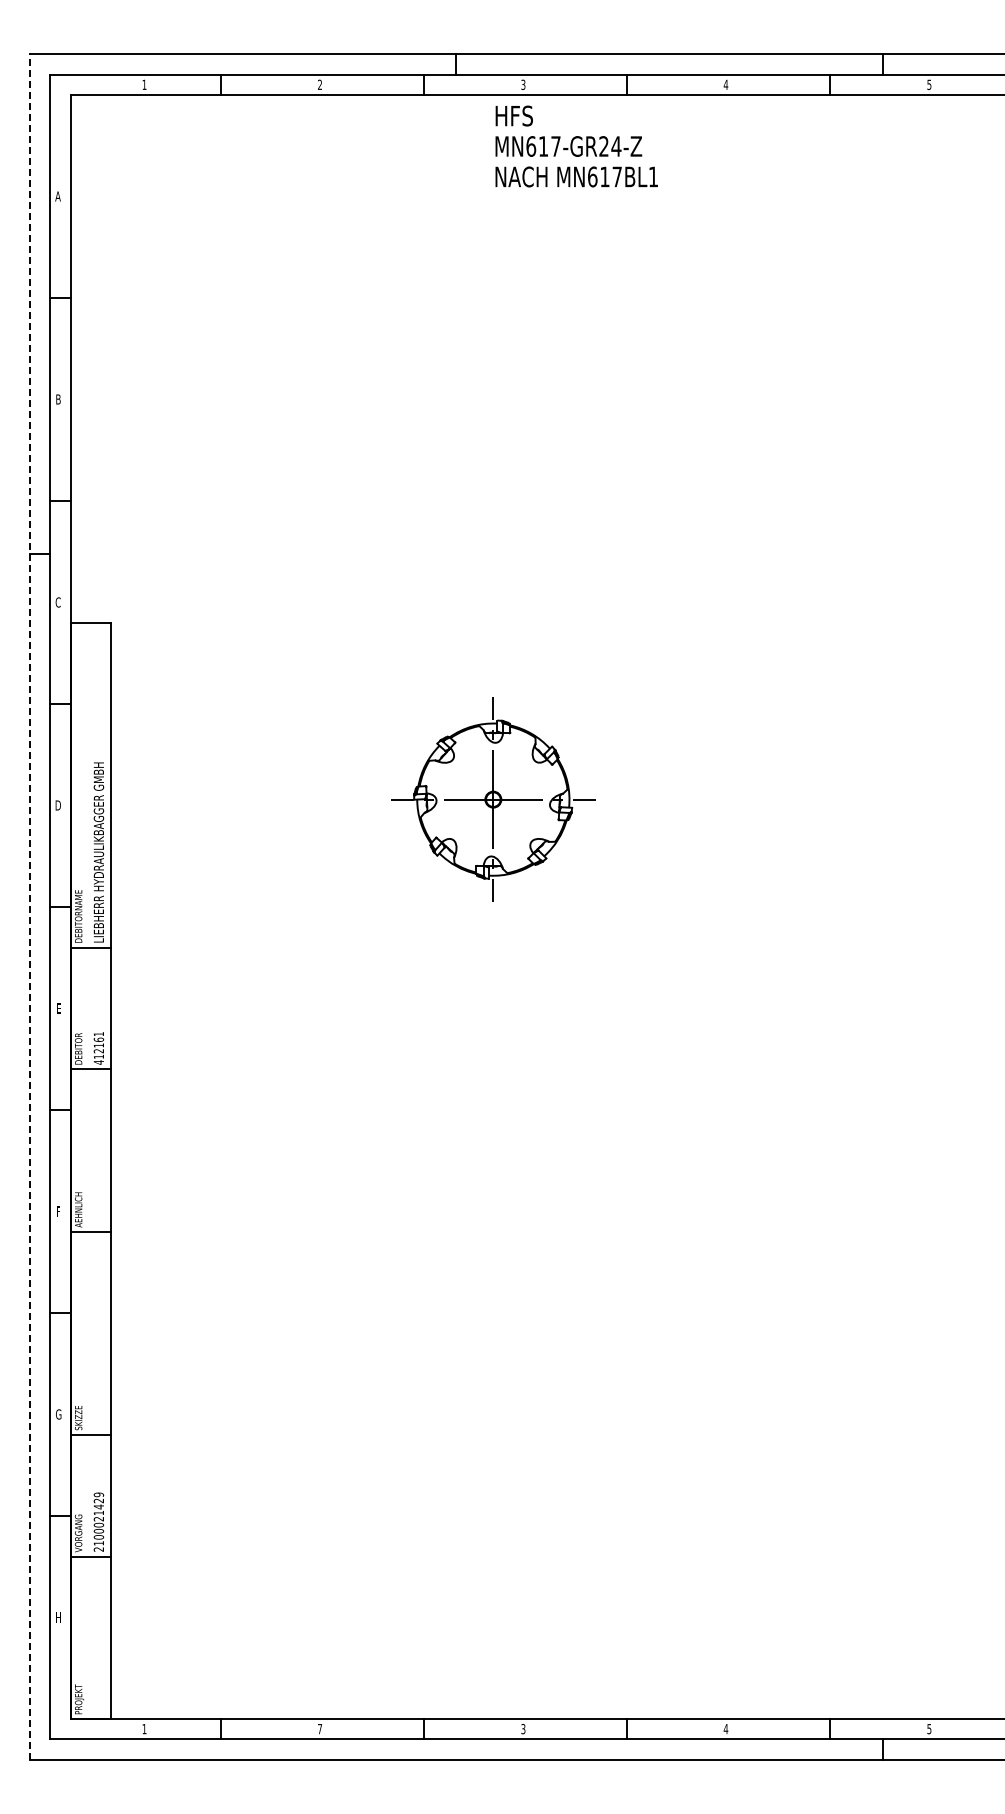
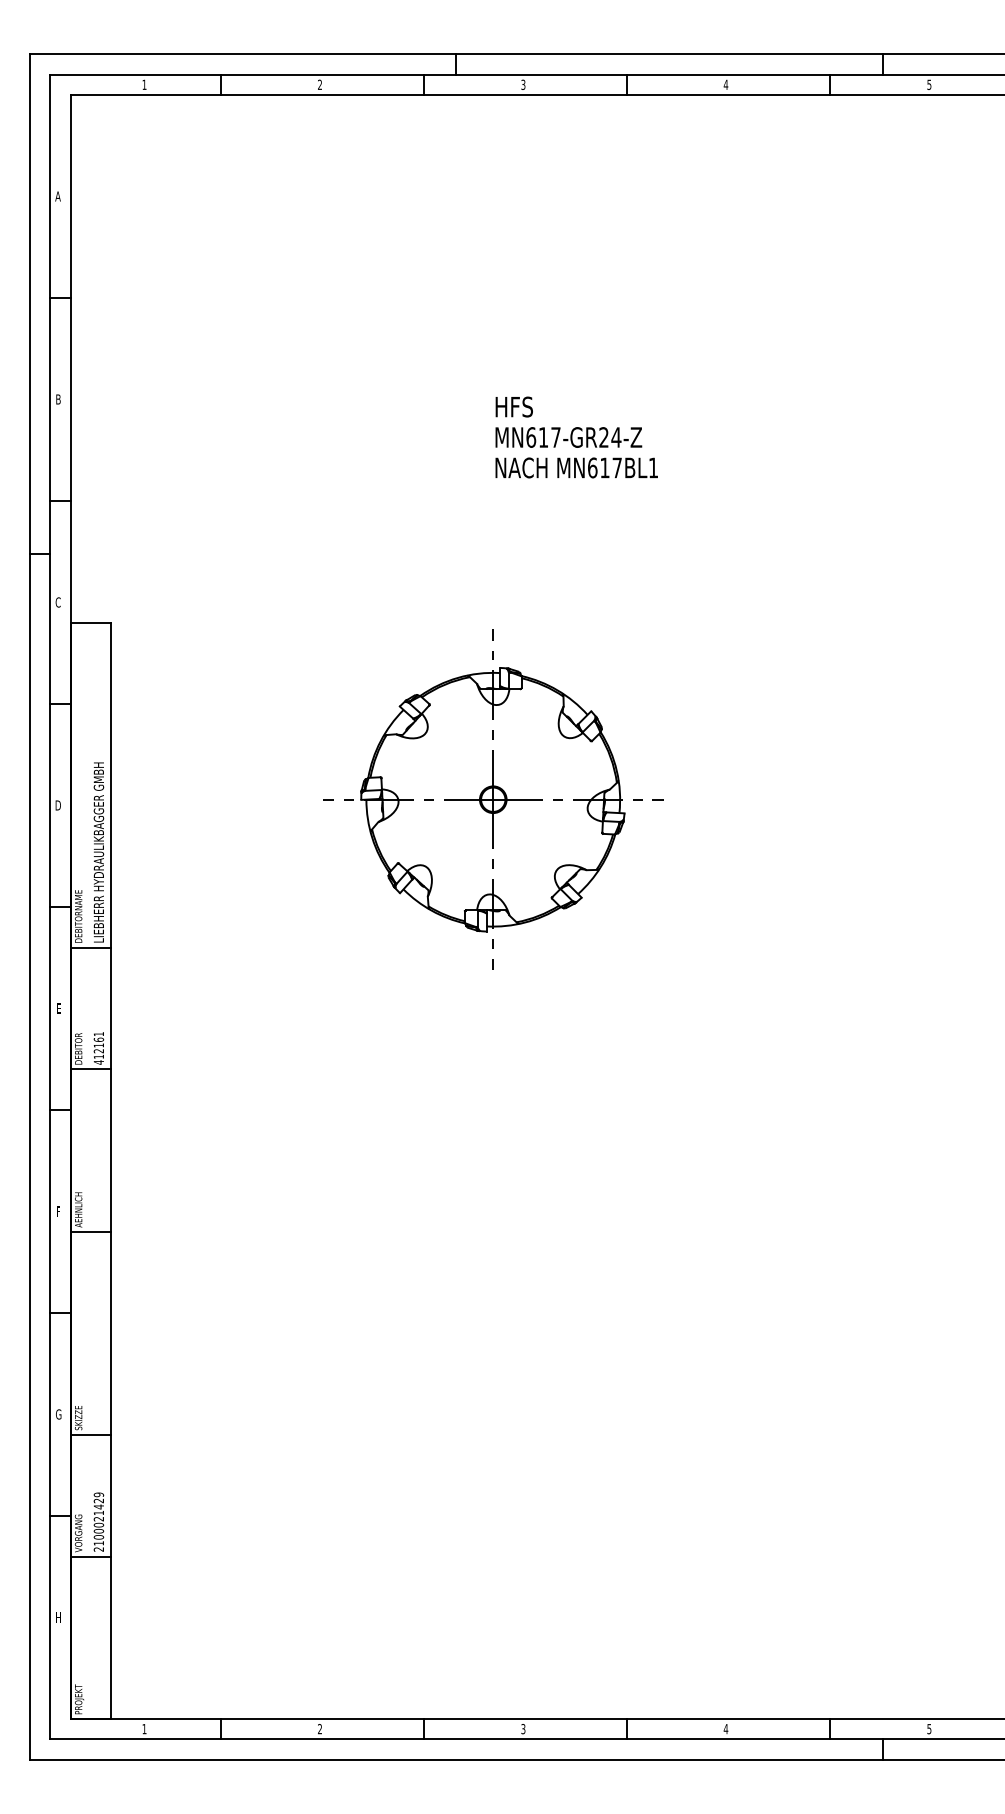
text at (576, 146) position: (576, 146) -> (576, 437)
part at (493, 799) size: 205x205 px -> 341x341 px
line at (29, 907): dashed -> solid
text at (319, 1729): 7 -> 2
